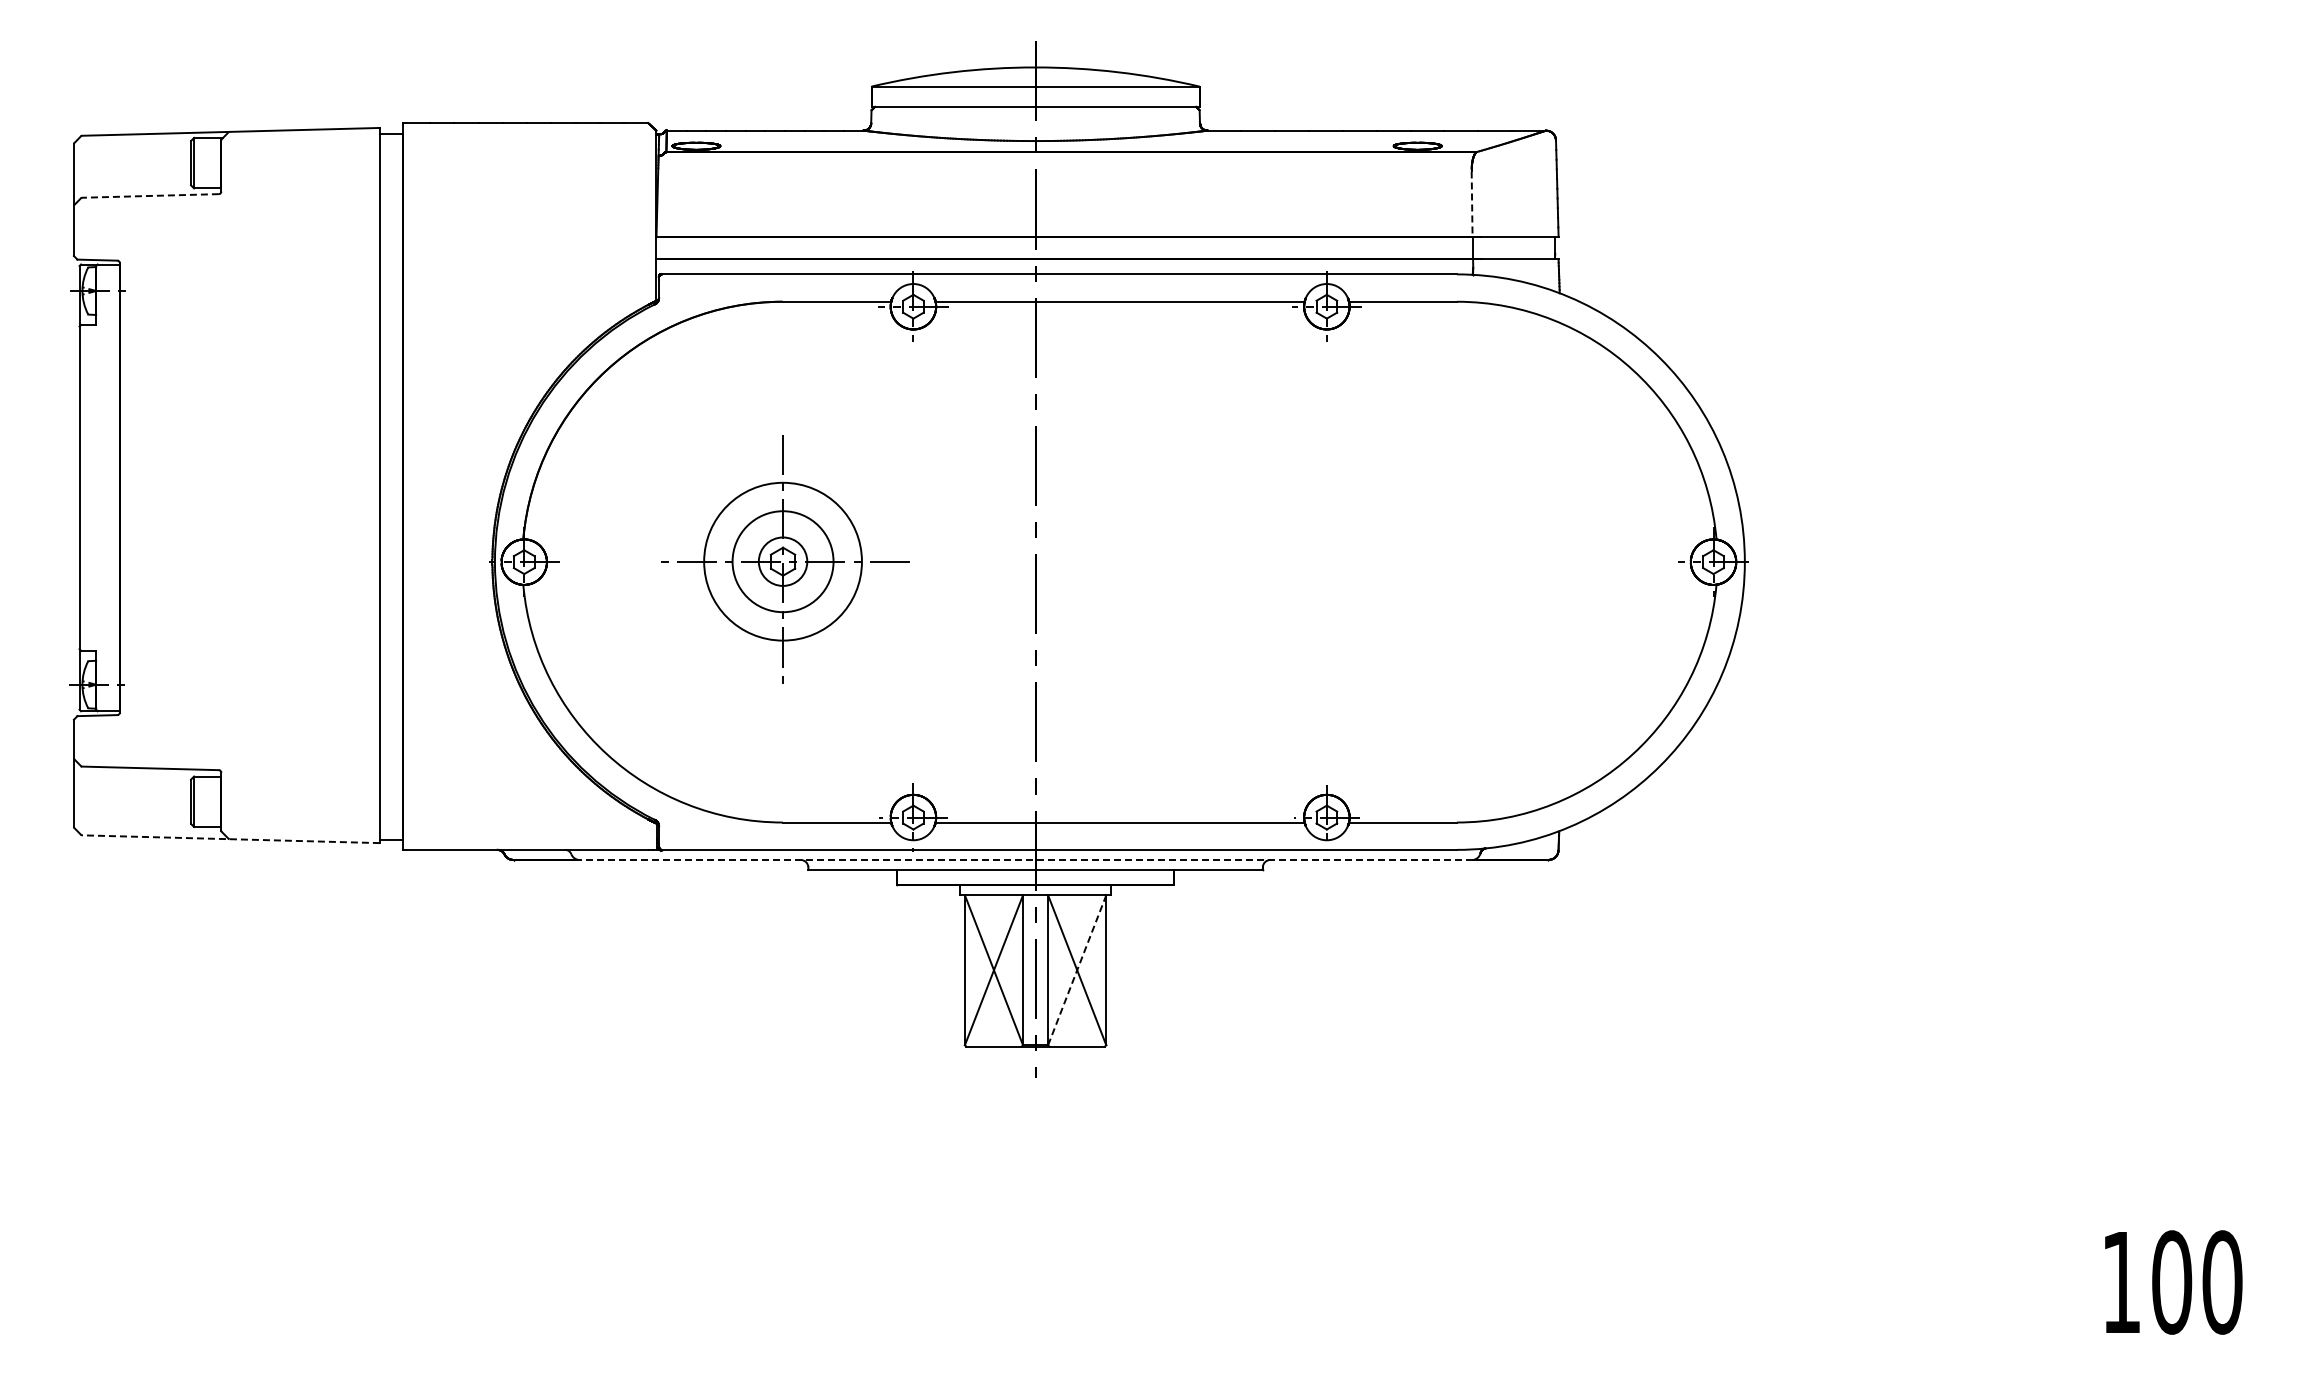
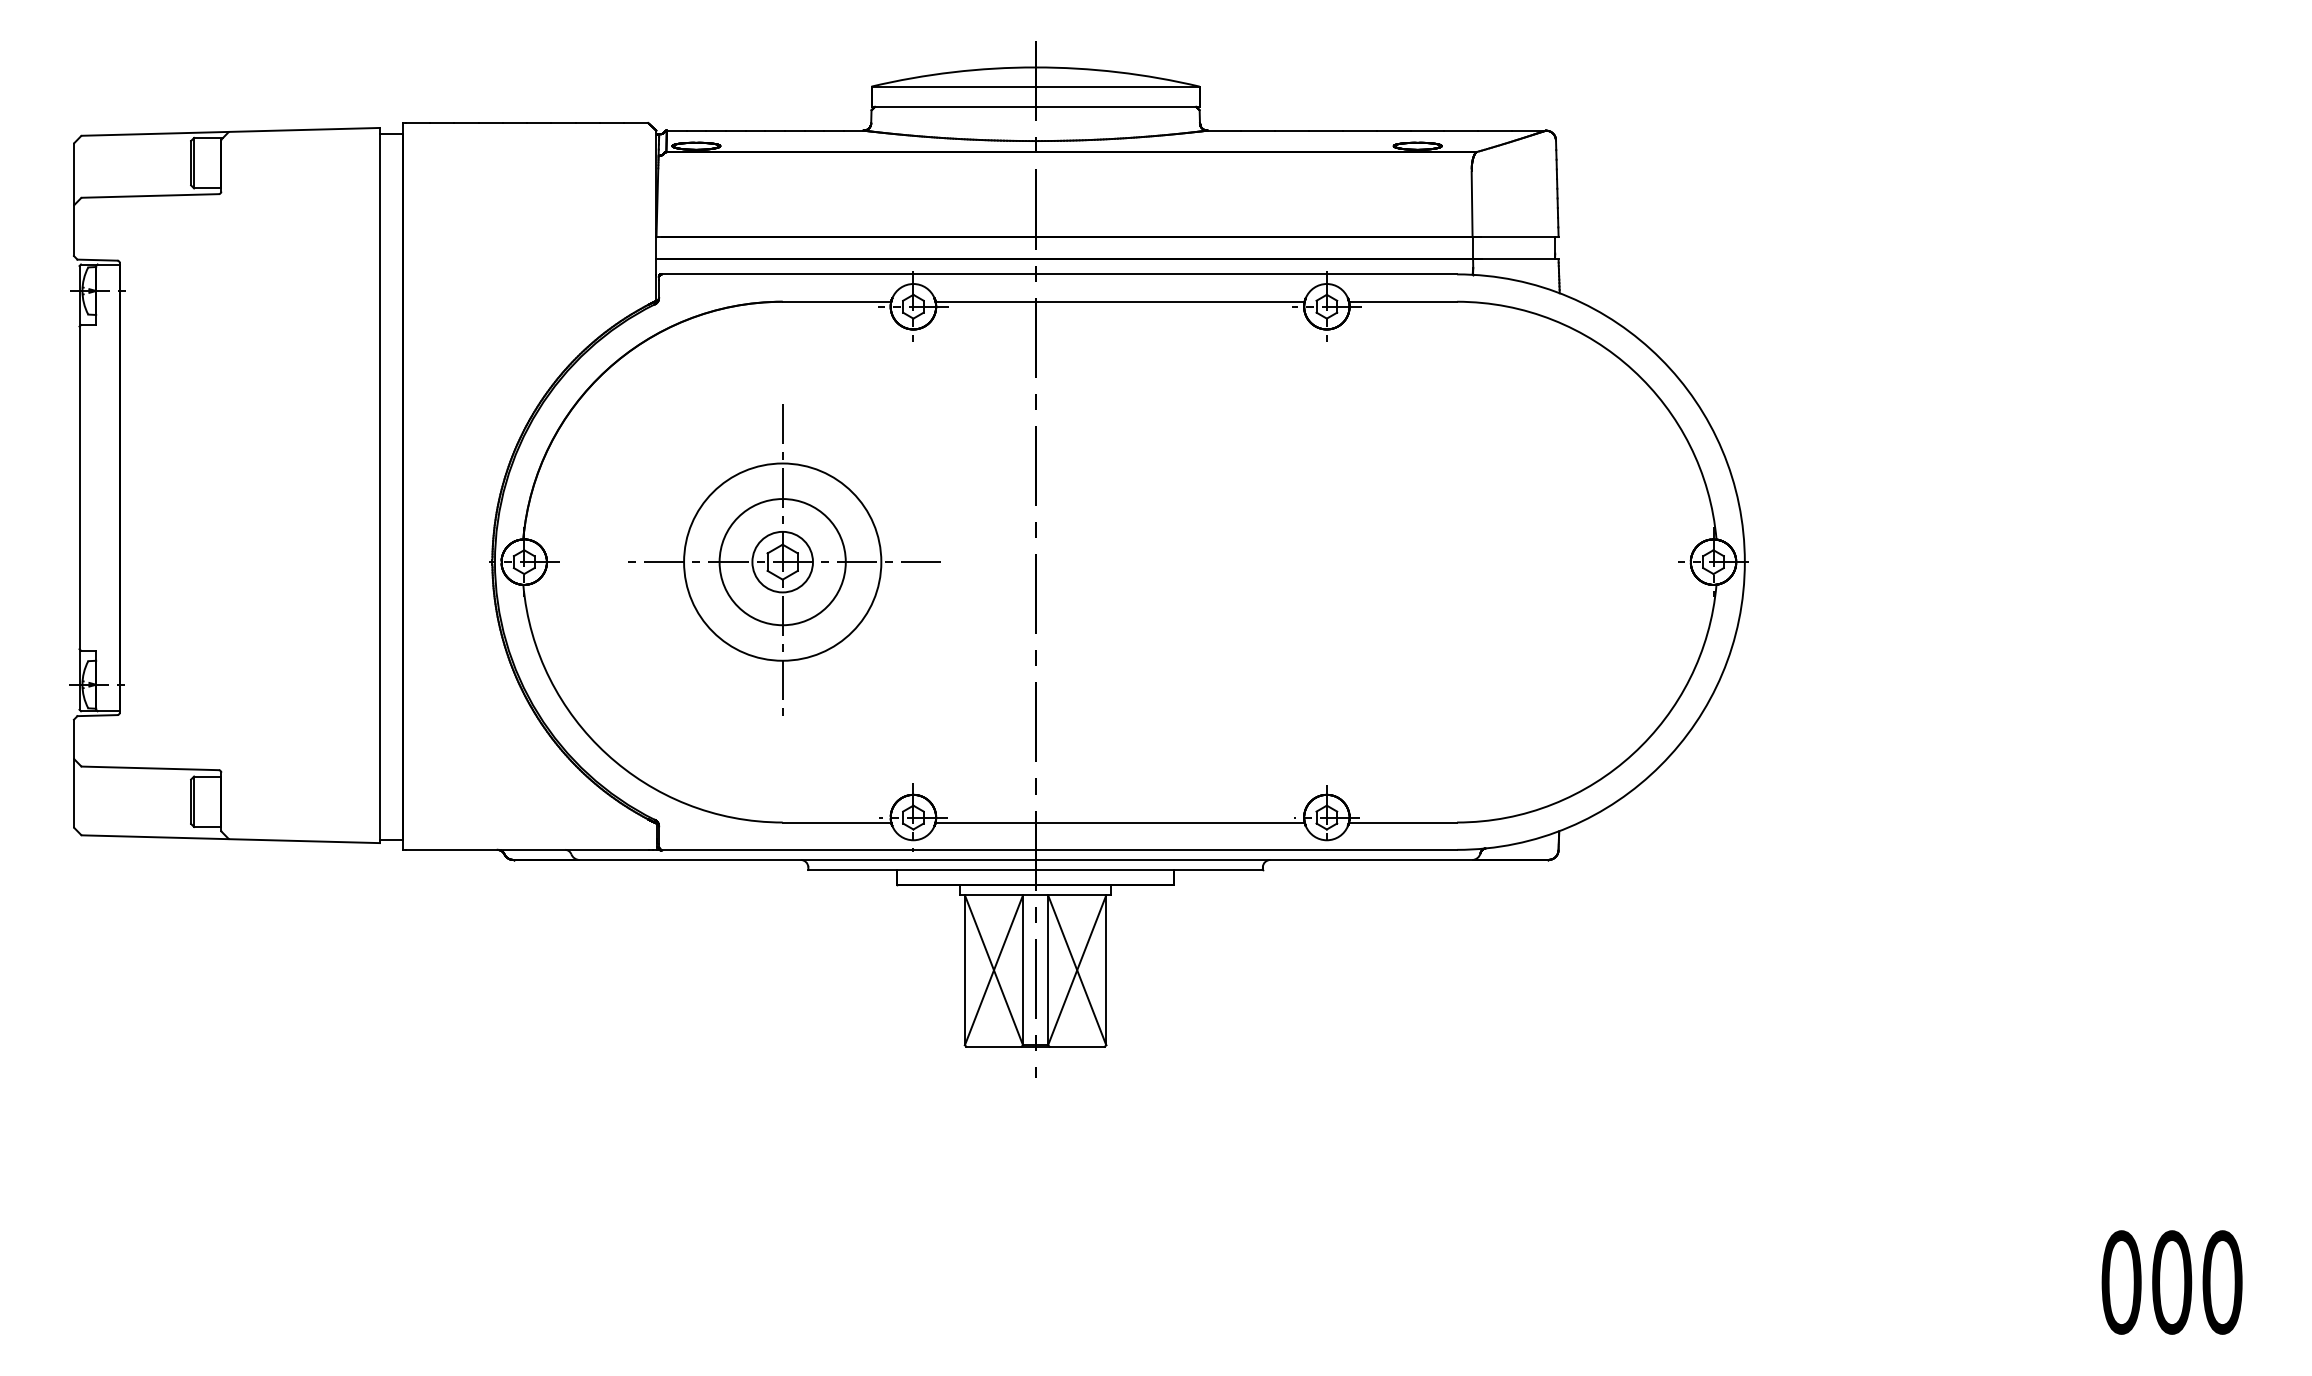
line at (150, 195): dashed -> solid
line at (1472, 204): dashed -> solid
part at (785, 559) size: 249x249 px -> 313x312 px
line at (230, 839): dashed -> solid
line at (1025, 859): dashed -> solid
line at (1077, 969): dashed -> solid
text at (2121, 1282): 100 -> 000
